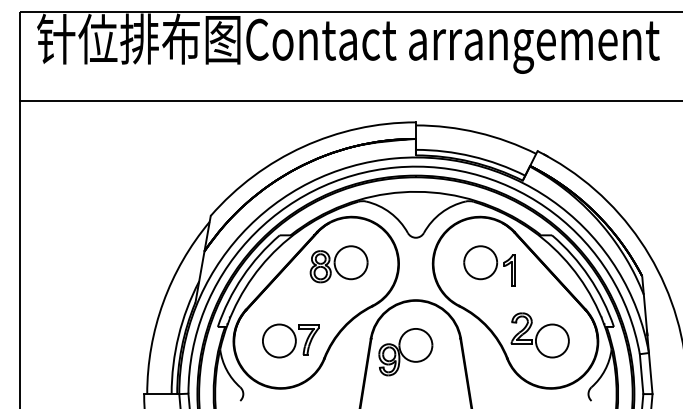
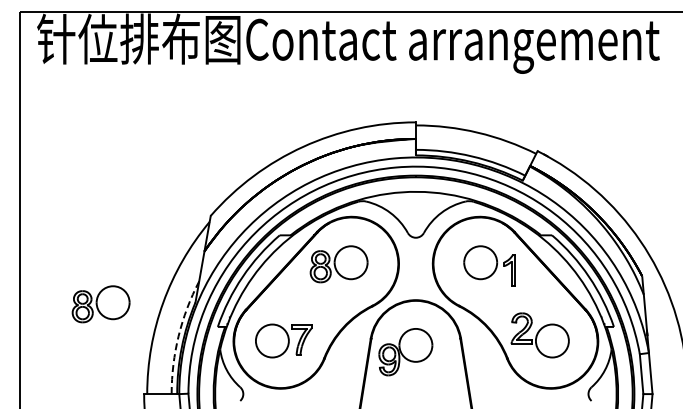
line at (349, 101): present -> none
part at (100, 304): none -> present
arc at (178, 336): solid -> dashed
part at (290, 340) position: (290, 340) -> (283, 340)
